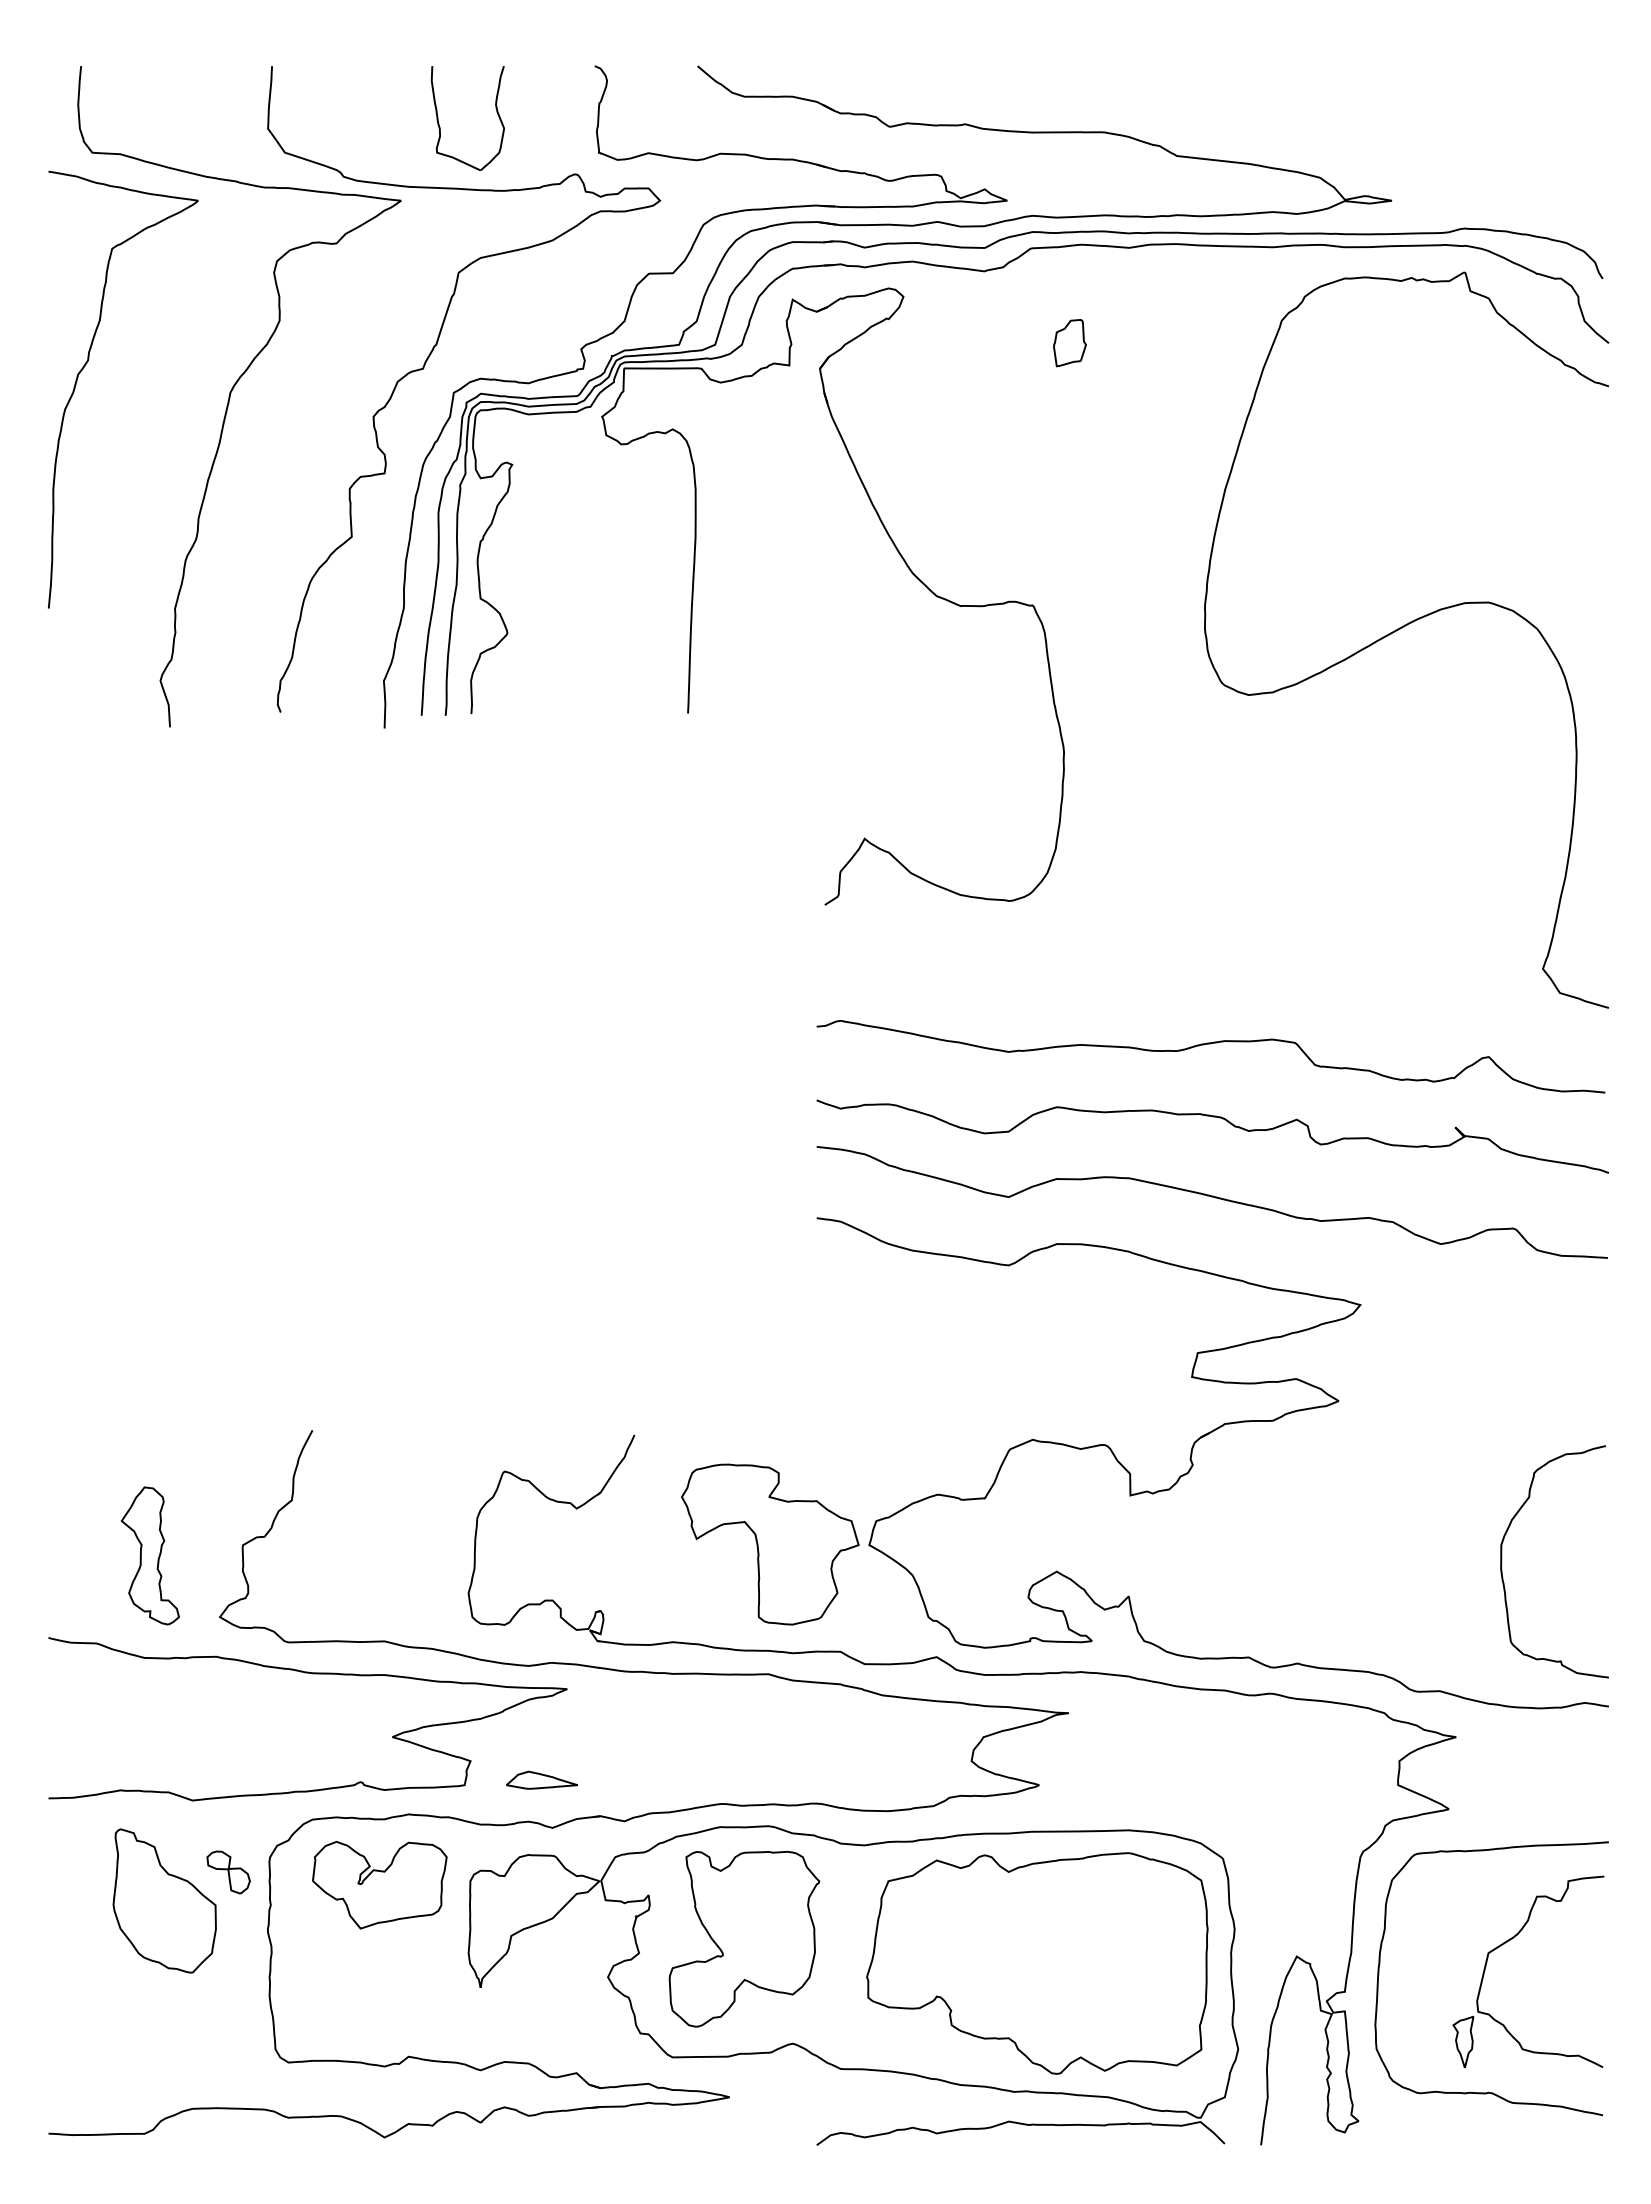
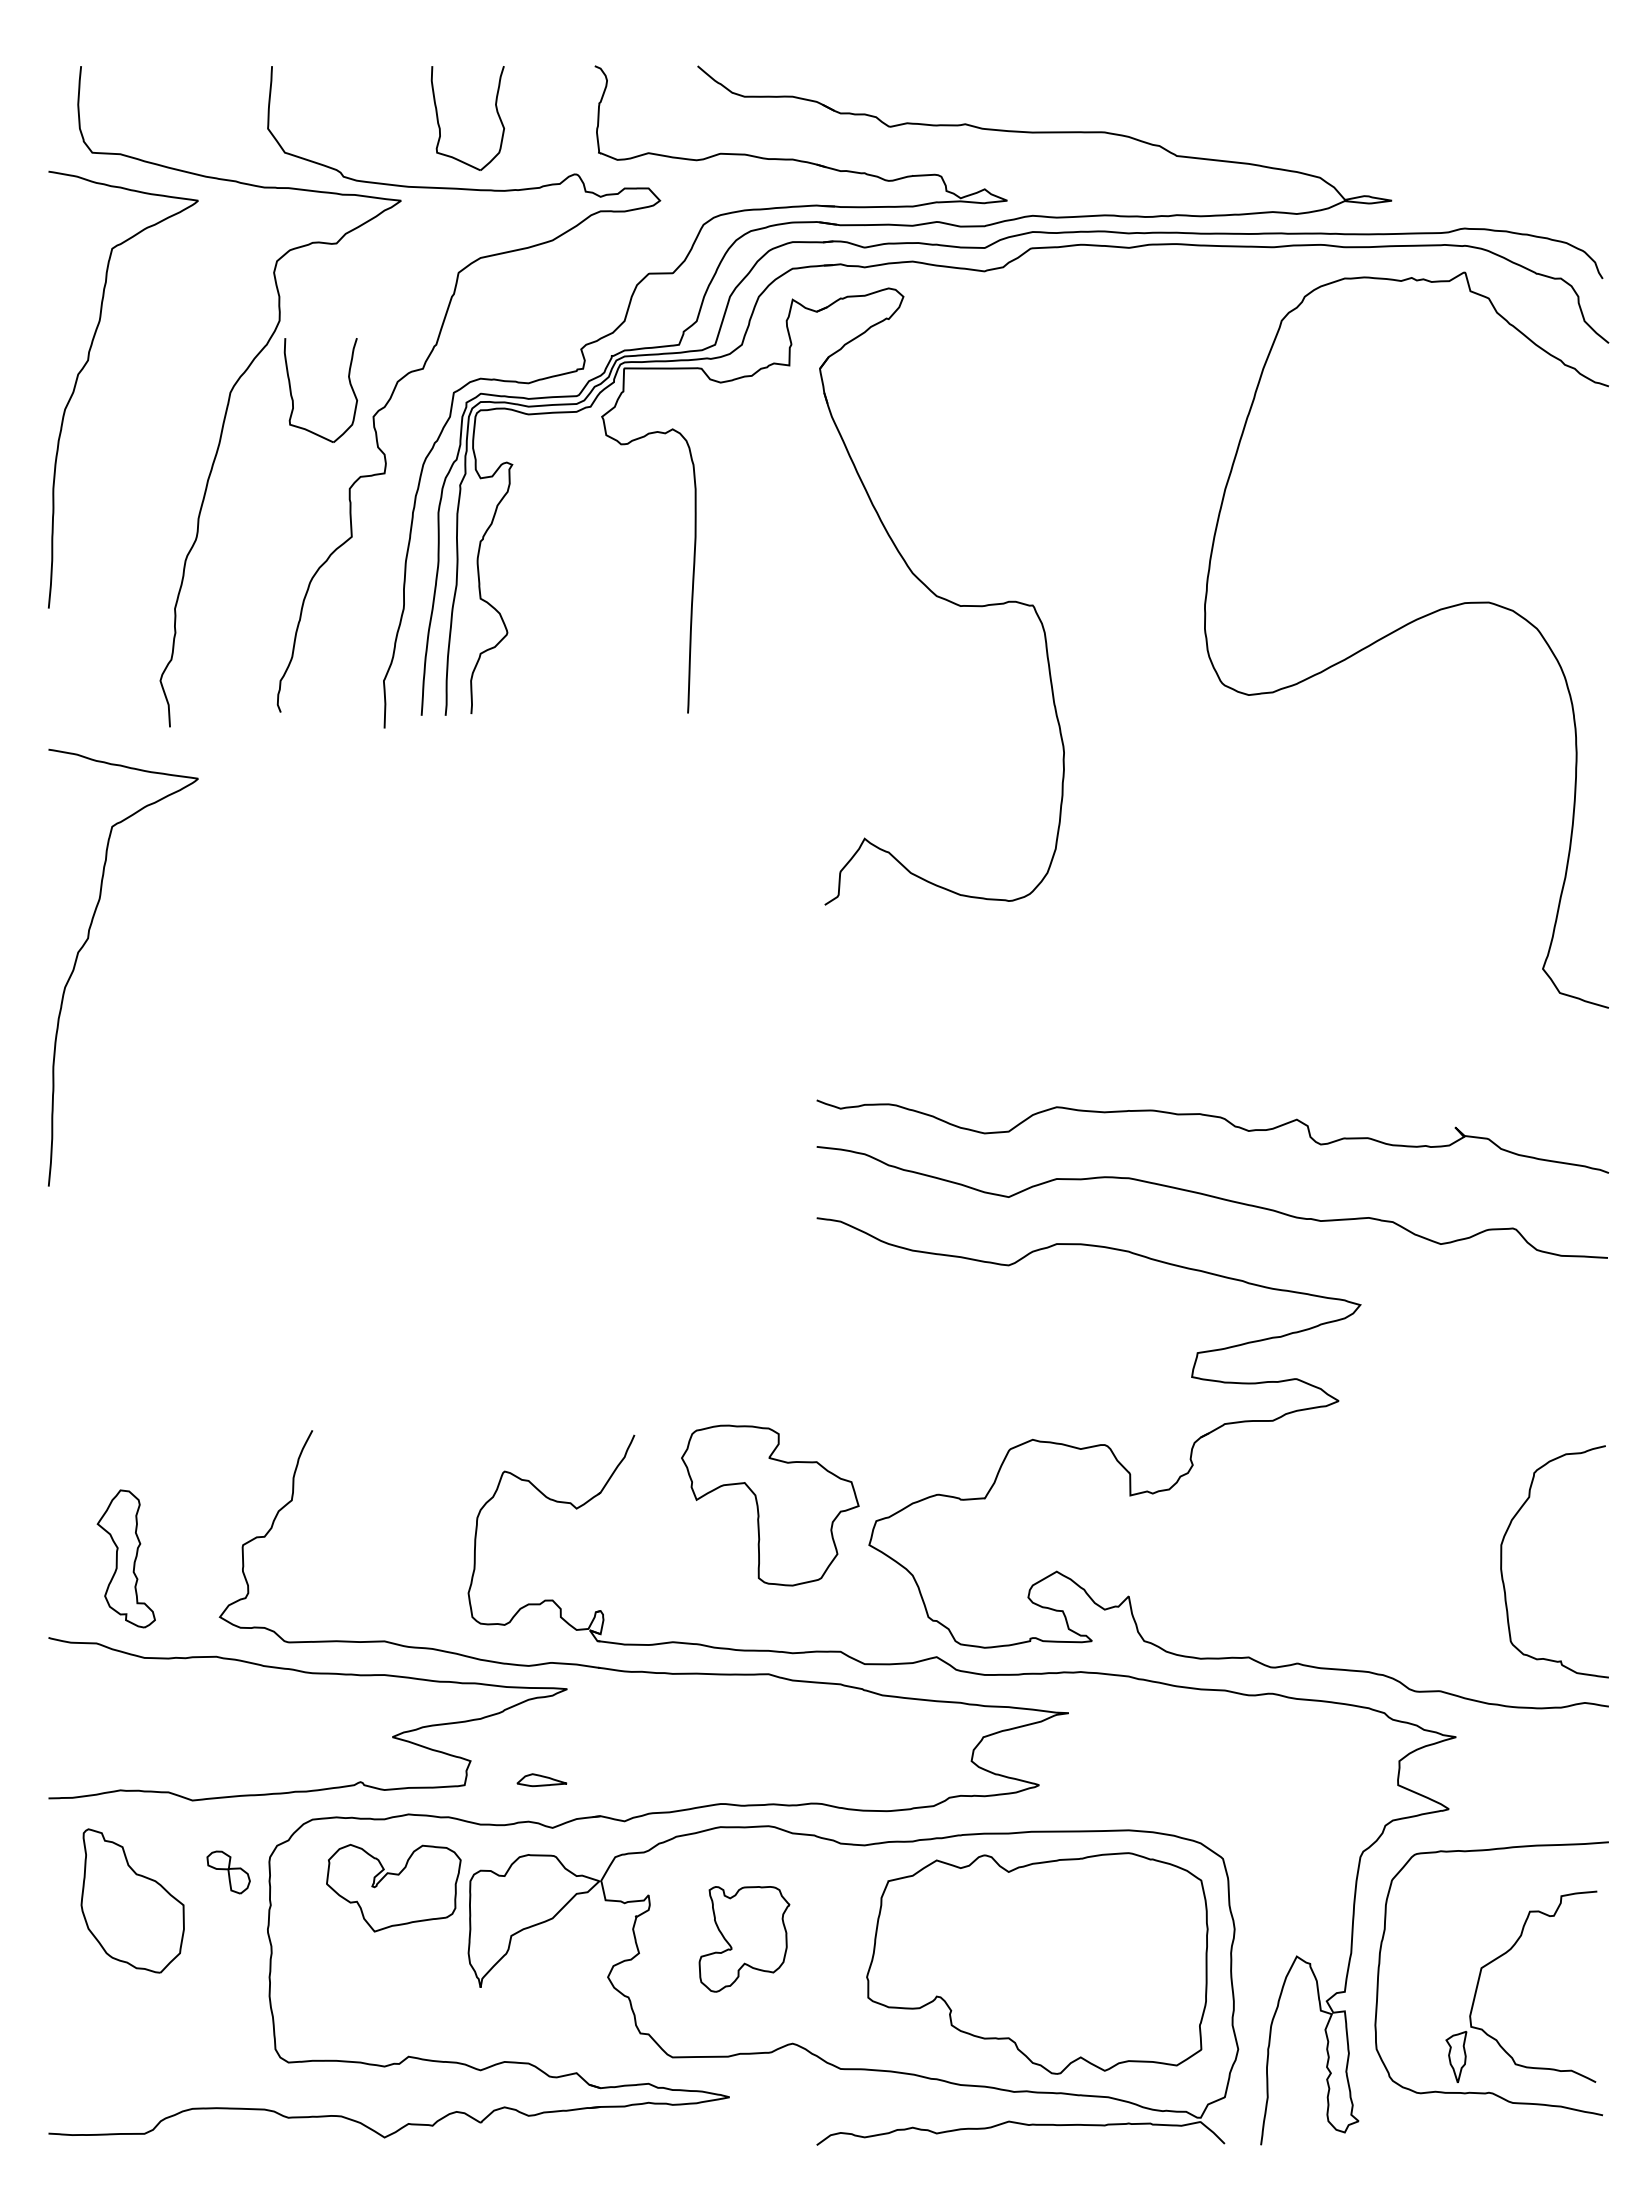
part at (1069, 343): present -> none
part at (293, 398): none -> present
curve at (87, 941): none -> present
curve at (1210, 1044): present -> none
part at (770, 1544) position: (770, 1544) -> (770, 1505)
part at (149, 1555) position: (149, 1555) -> (125, 1558)
part at (541, 1779) size: 72x20 px -> 52x15 px
part at (379, 1884) position: (379, 1884) -> (393, 1887)
part at (164, 1900) position: (164, 1900) -> (132, 1900)
part at (744, 1939) size: 153x177 px -> 93x107 px
part at (1509, 1941) position: (1509, 1941) -> (1502, 1956)
